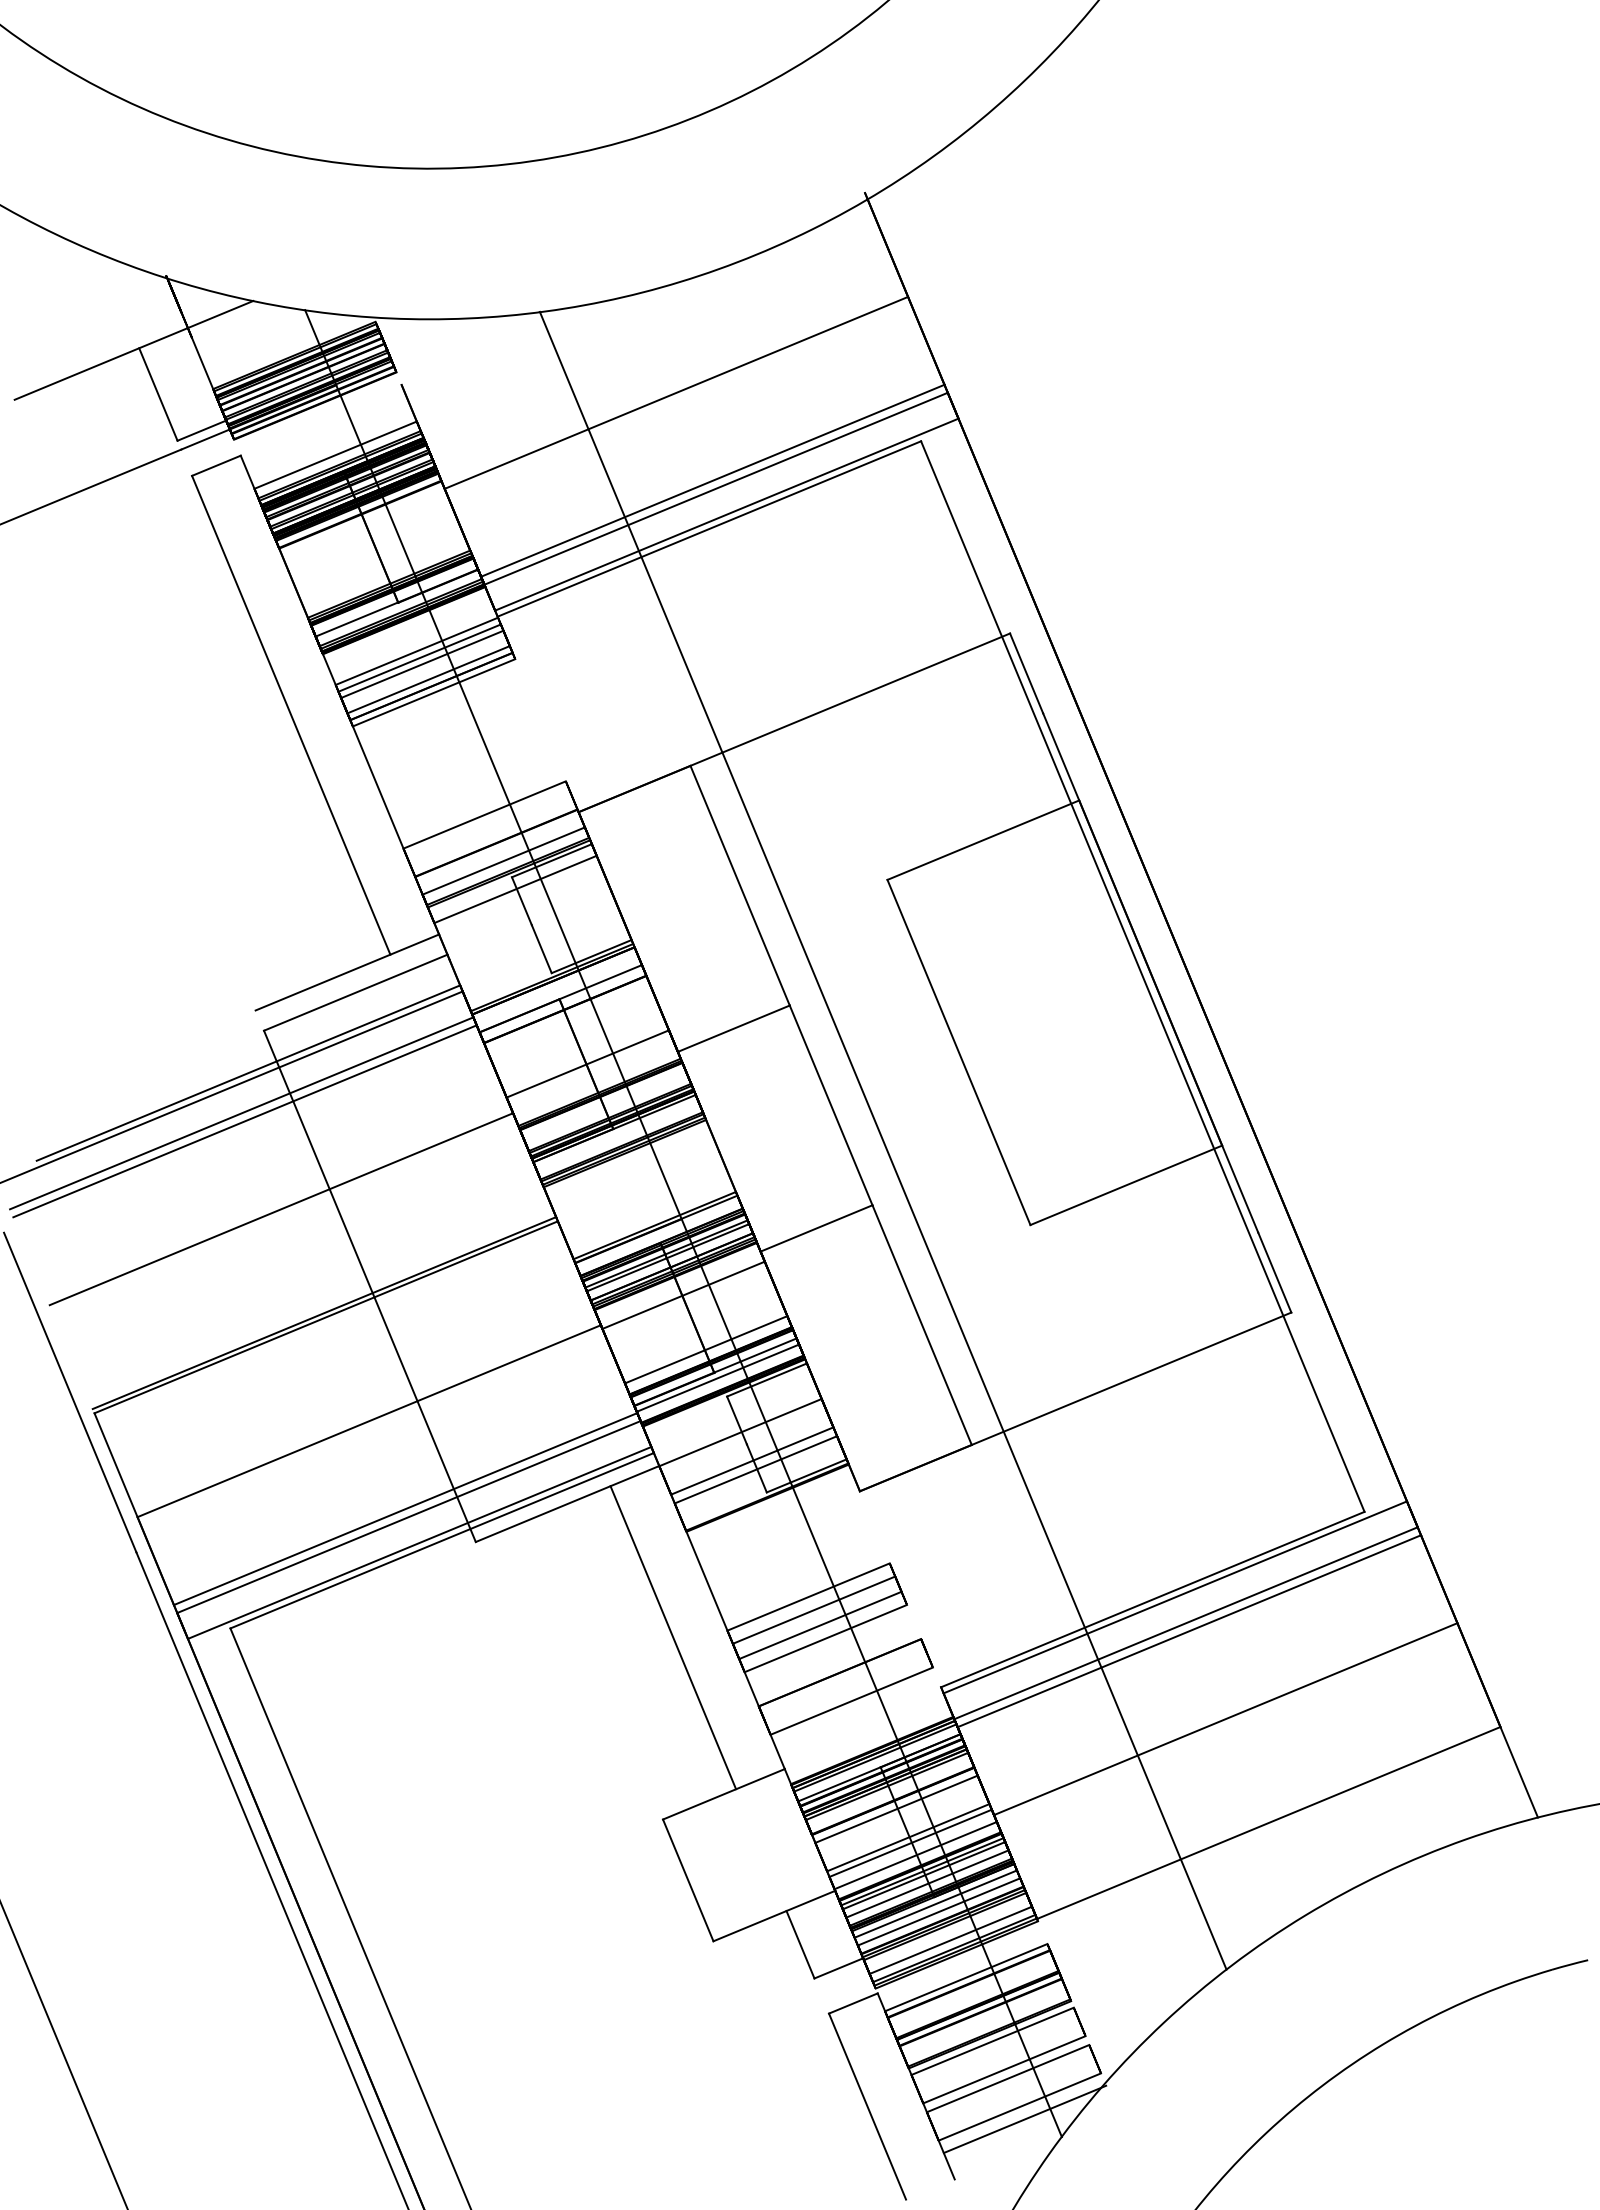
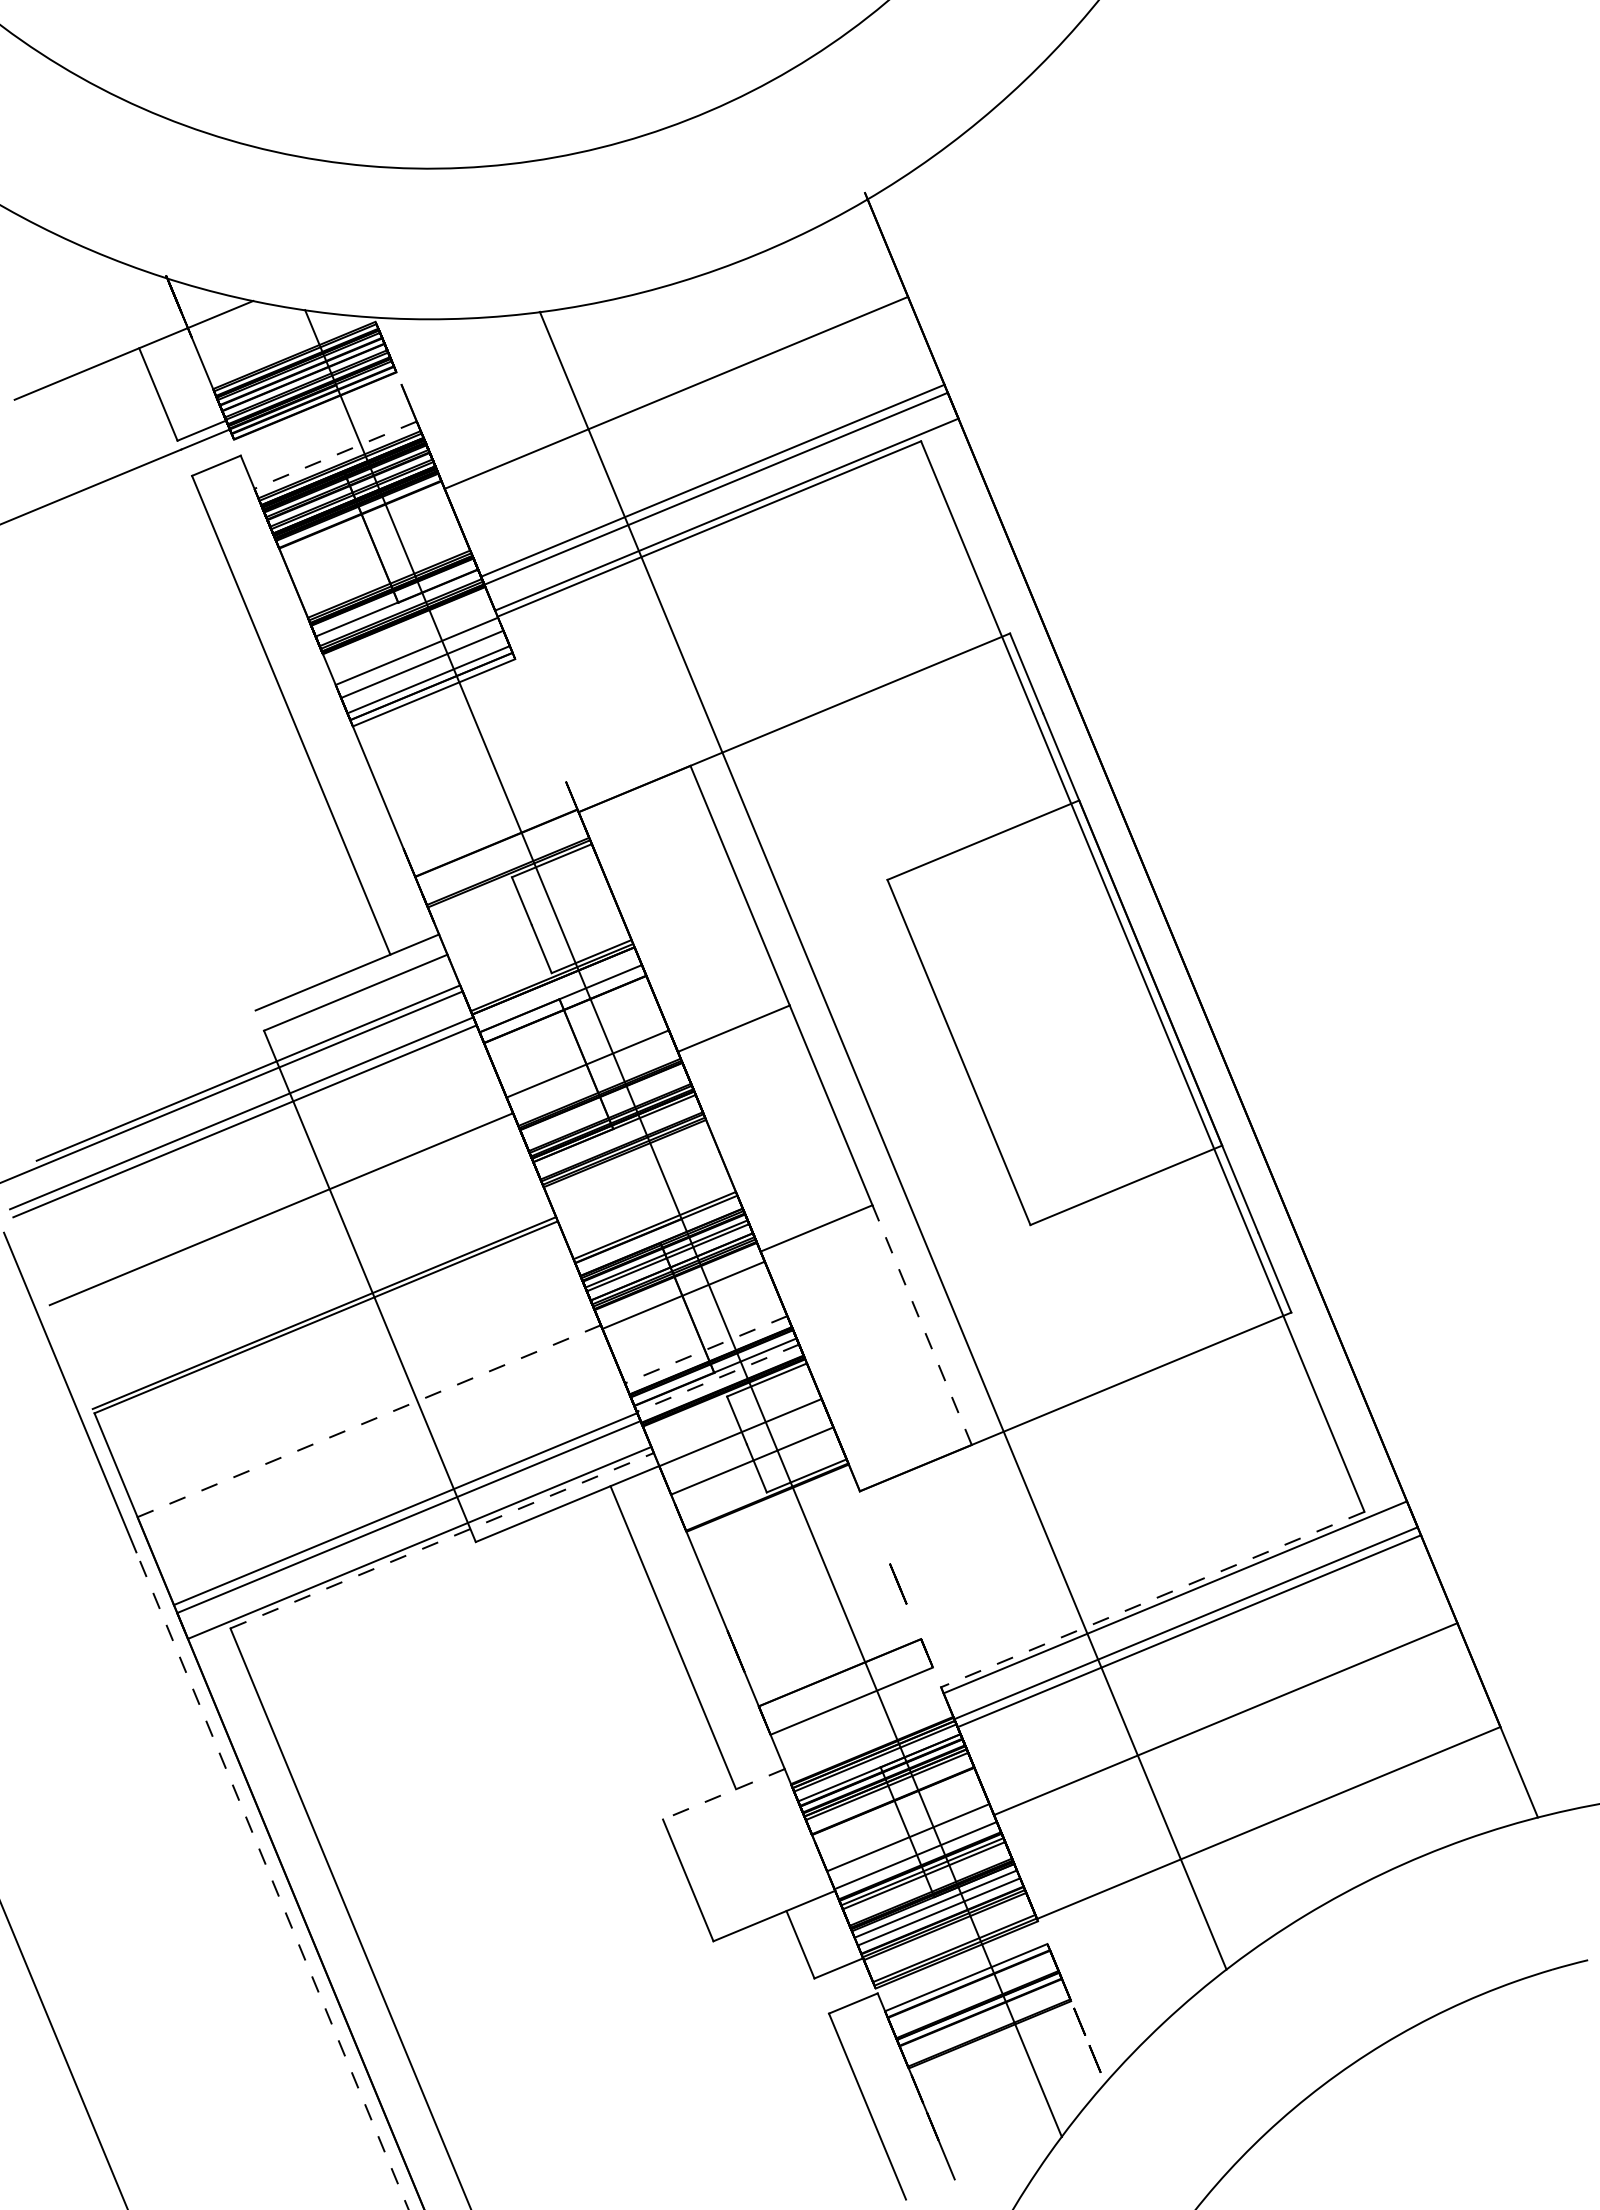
line at (335, 455): solid -> dashed
line at (419, 657): present -> none
line at (484, 814): present -> none
line at (503, 860): present -> none
line at (515, 889): present -> none
line at (922, 1325): solid -> dashed
line at (706, 1349): solid -> dashed
line at (717, 1378): solid -> dashed
line at (369, 1421): solid -> dashed
line at (755, 1469): present -> none
line at (442, 1540): solid -> dashed
line at (808, 1596): present -> none
line at (1152, 1599): solid -> dashed
line at (813, 1609): present -> none
line at (820, 1625): present -> none
line at (825, 1638): present -> none
line at (723, 1794): solid -> dashed
line at (896, 1808): present -> none
line at (910, 1842): present -> none
line at (272, 1880): solid -> dashed
line at (927, 1883): present -> none
line at (950, 1939): present -> none
line at (992, 2040): present -> none
line at (1004, 2069): present -> none
line at (1007, 2078): present -> none
line at (1019, 2106): present -> none
line at (1024, 2119): present -> none
